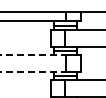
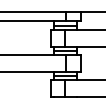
line at (33, 55): dashed -> solid
line at (33, 71): dashed -> solid
